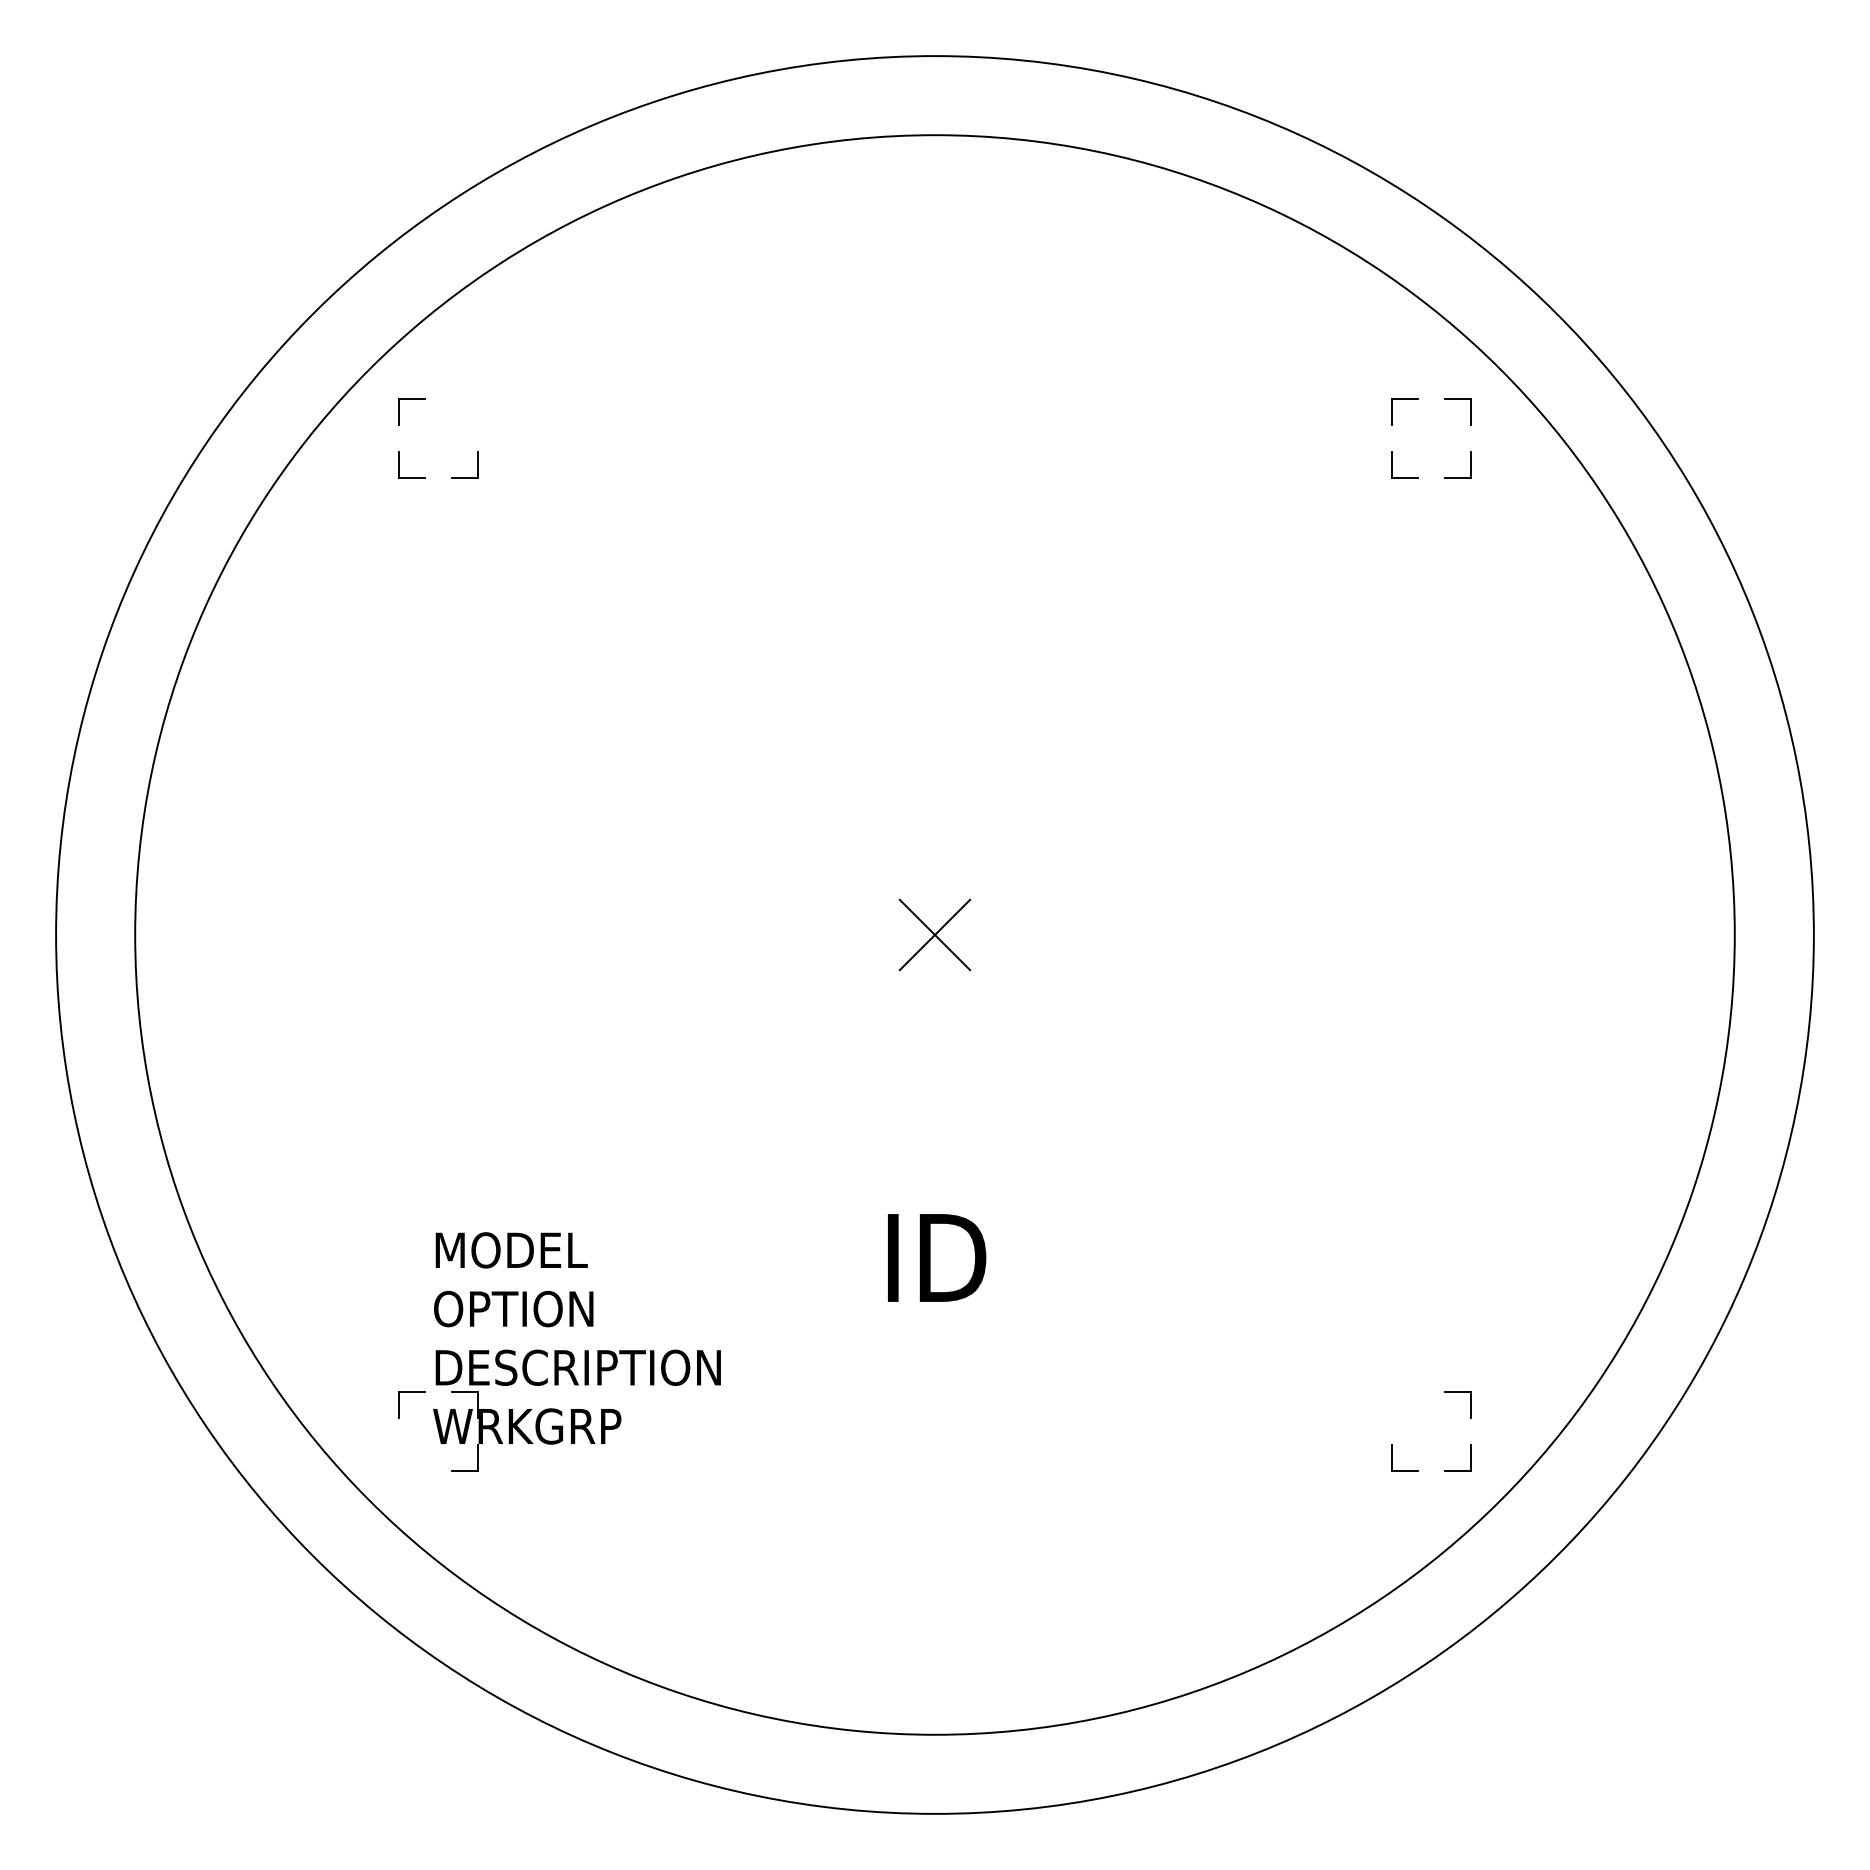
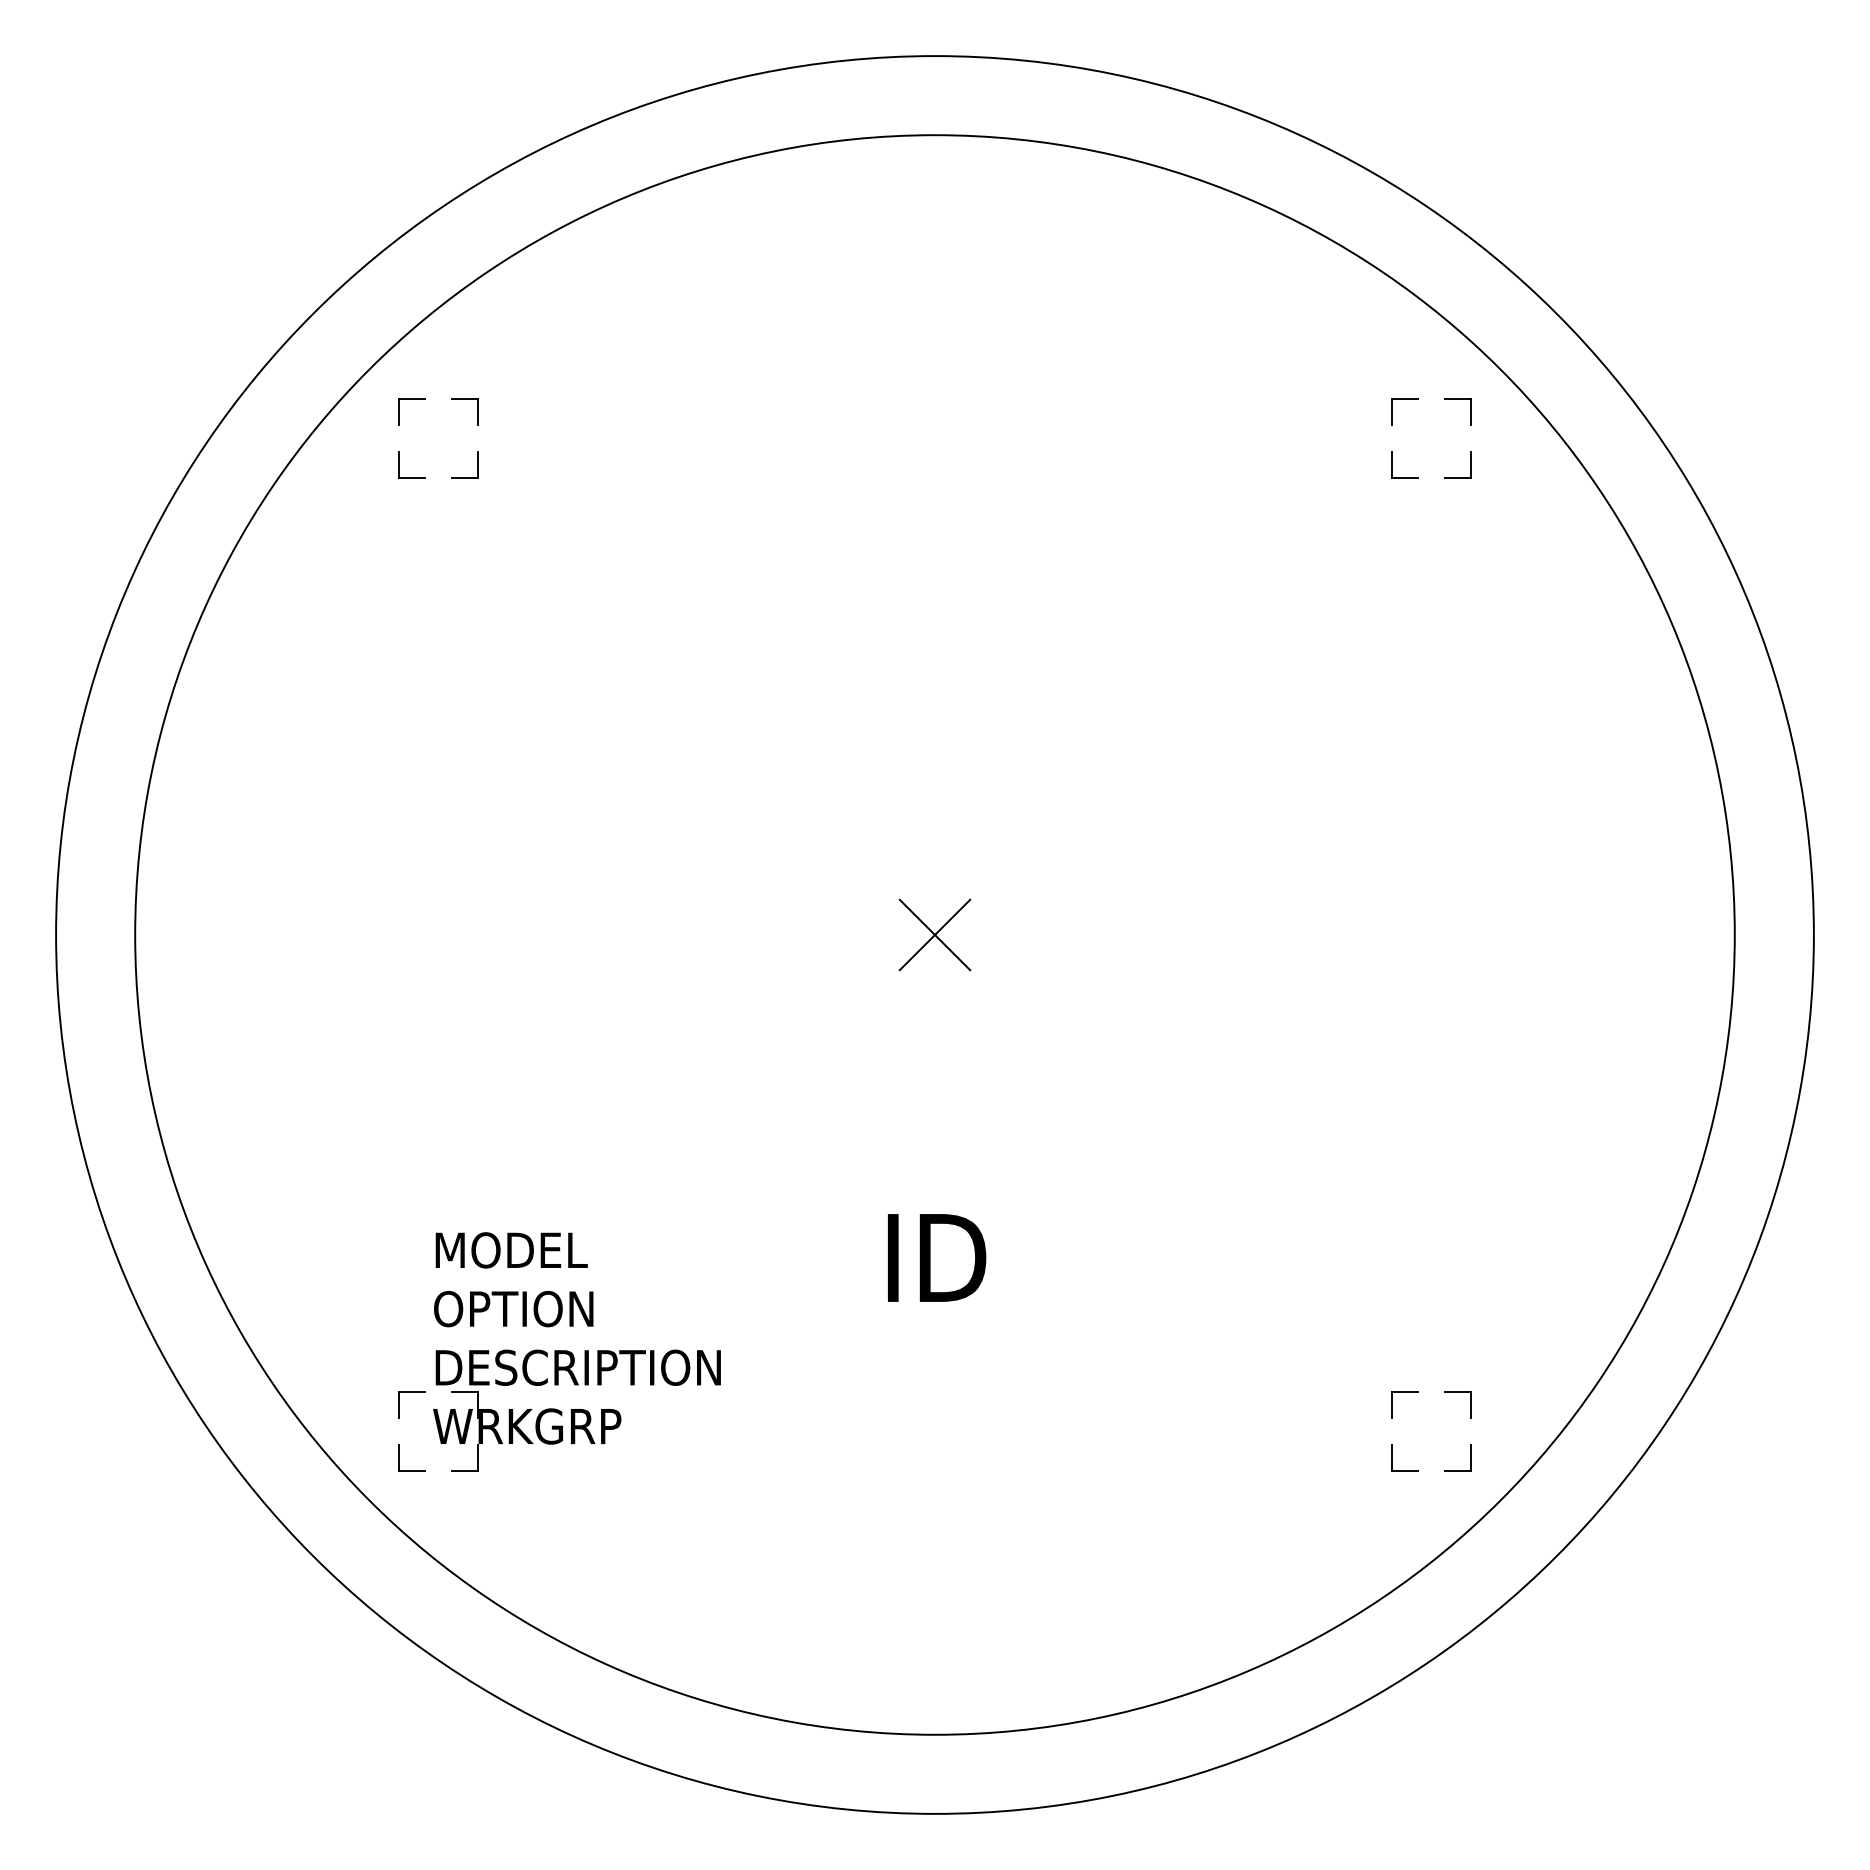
part at (464, 399): none -> present
part at (1404, 1392): none -> present
part at (399, 1457): none -> present
